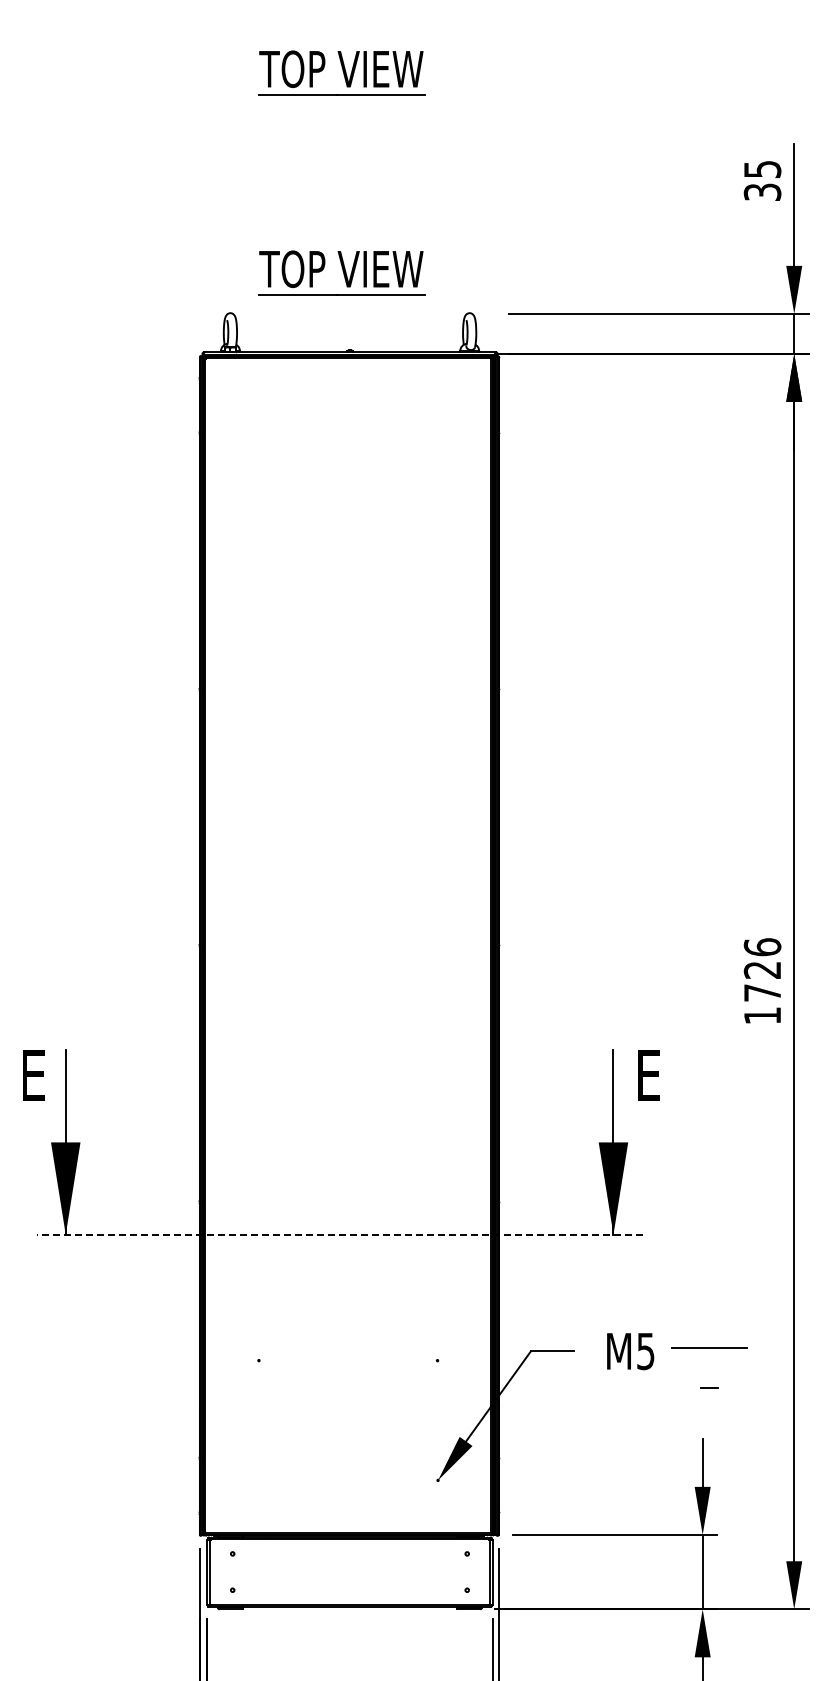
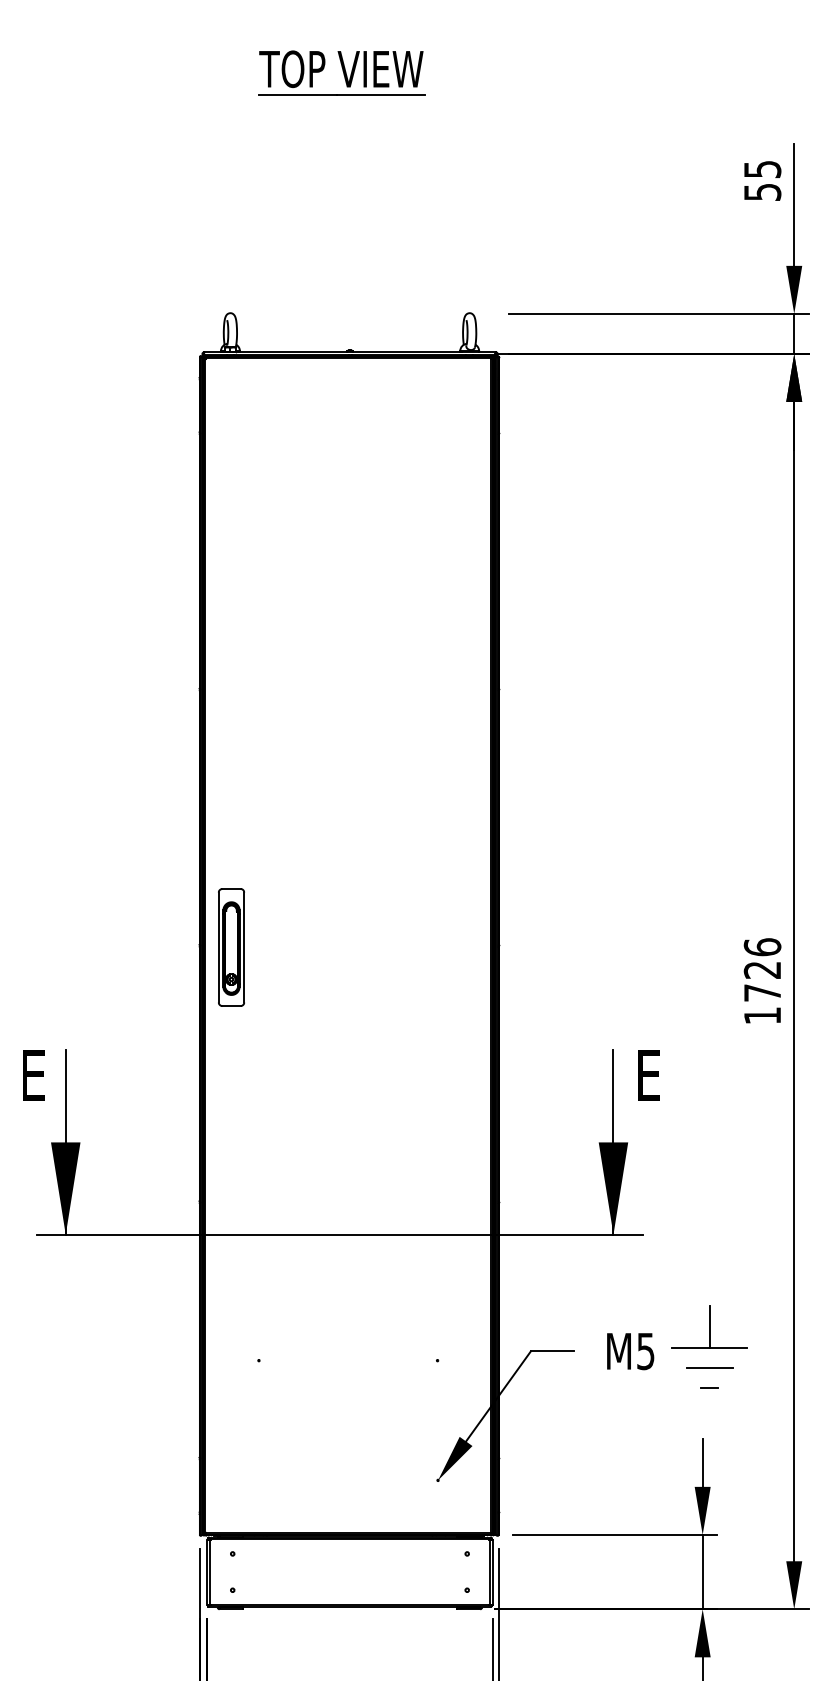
text at (761, 191): 35 -> 55
part at (341, 272): present -> none
part at (231, 947): none -> present
line at (339, 1234): dashed -> solid
line at (709, 1326): none -> present
line at (709, 1368): none -> present
